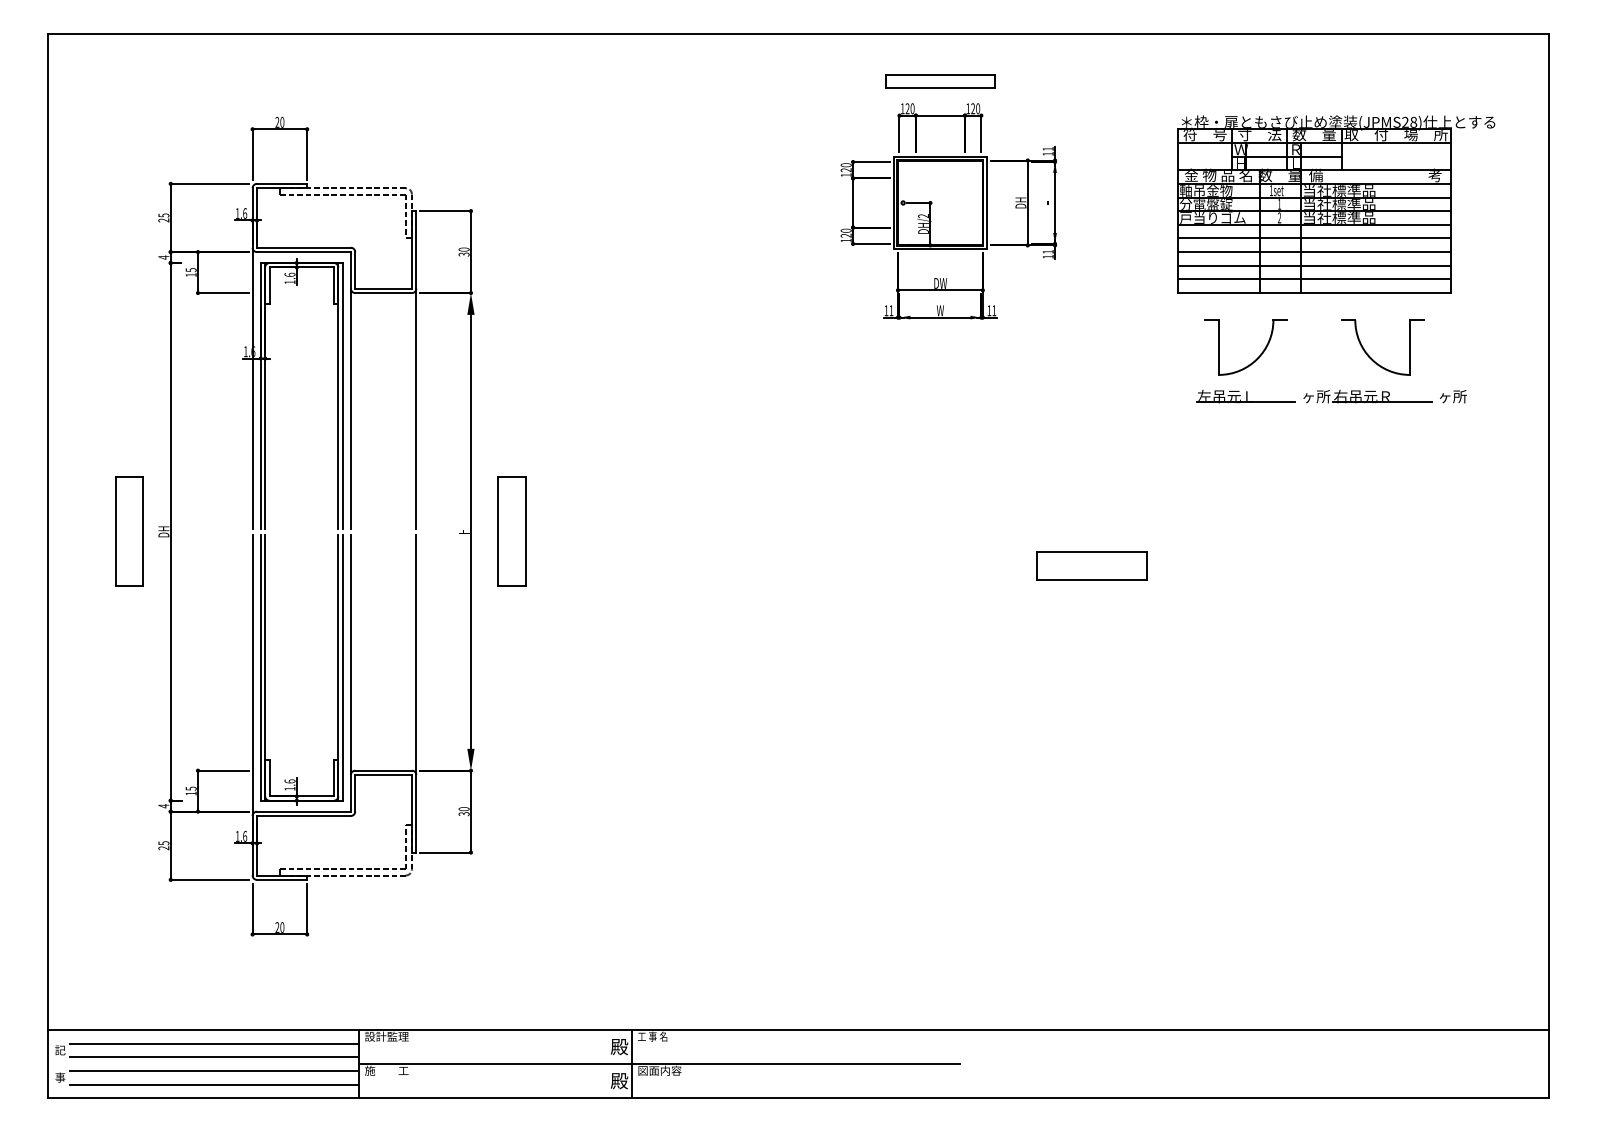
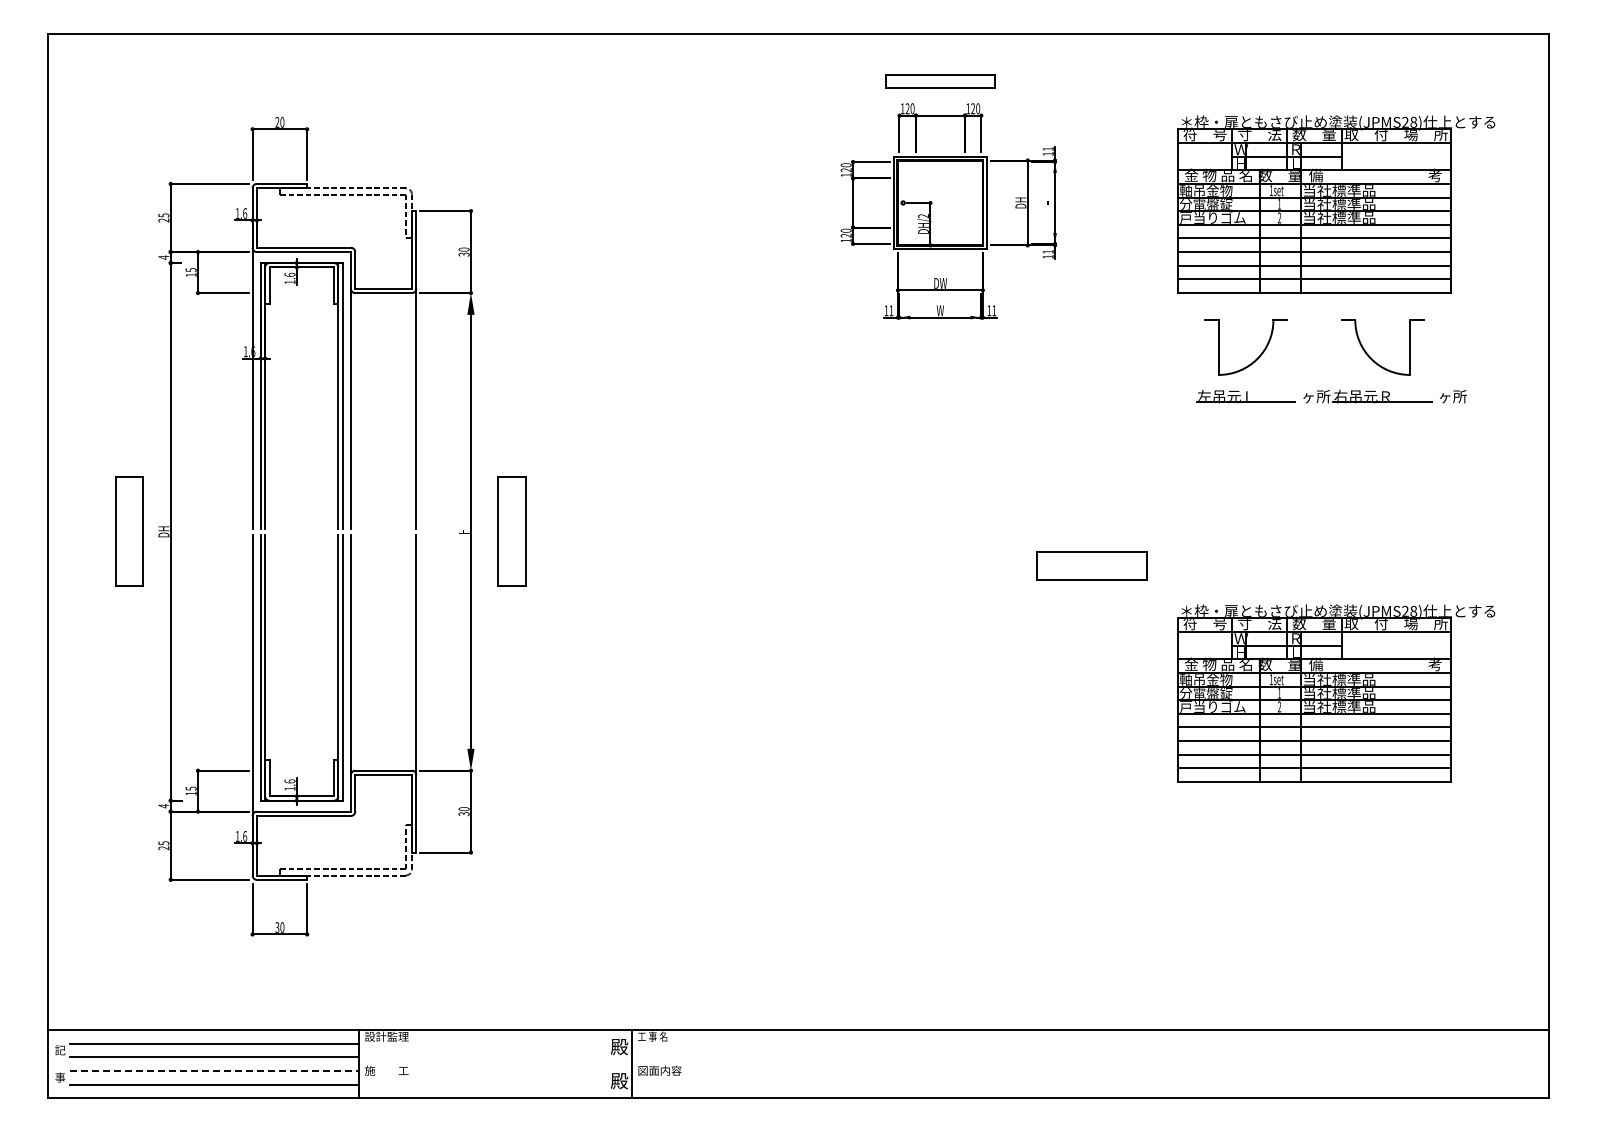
part at (1336, 693): none -> present
text at (277, 927): 20 -> 30
line at (659, 1064): present -> none
line at (214, 1070): solid -> dashed
